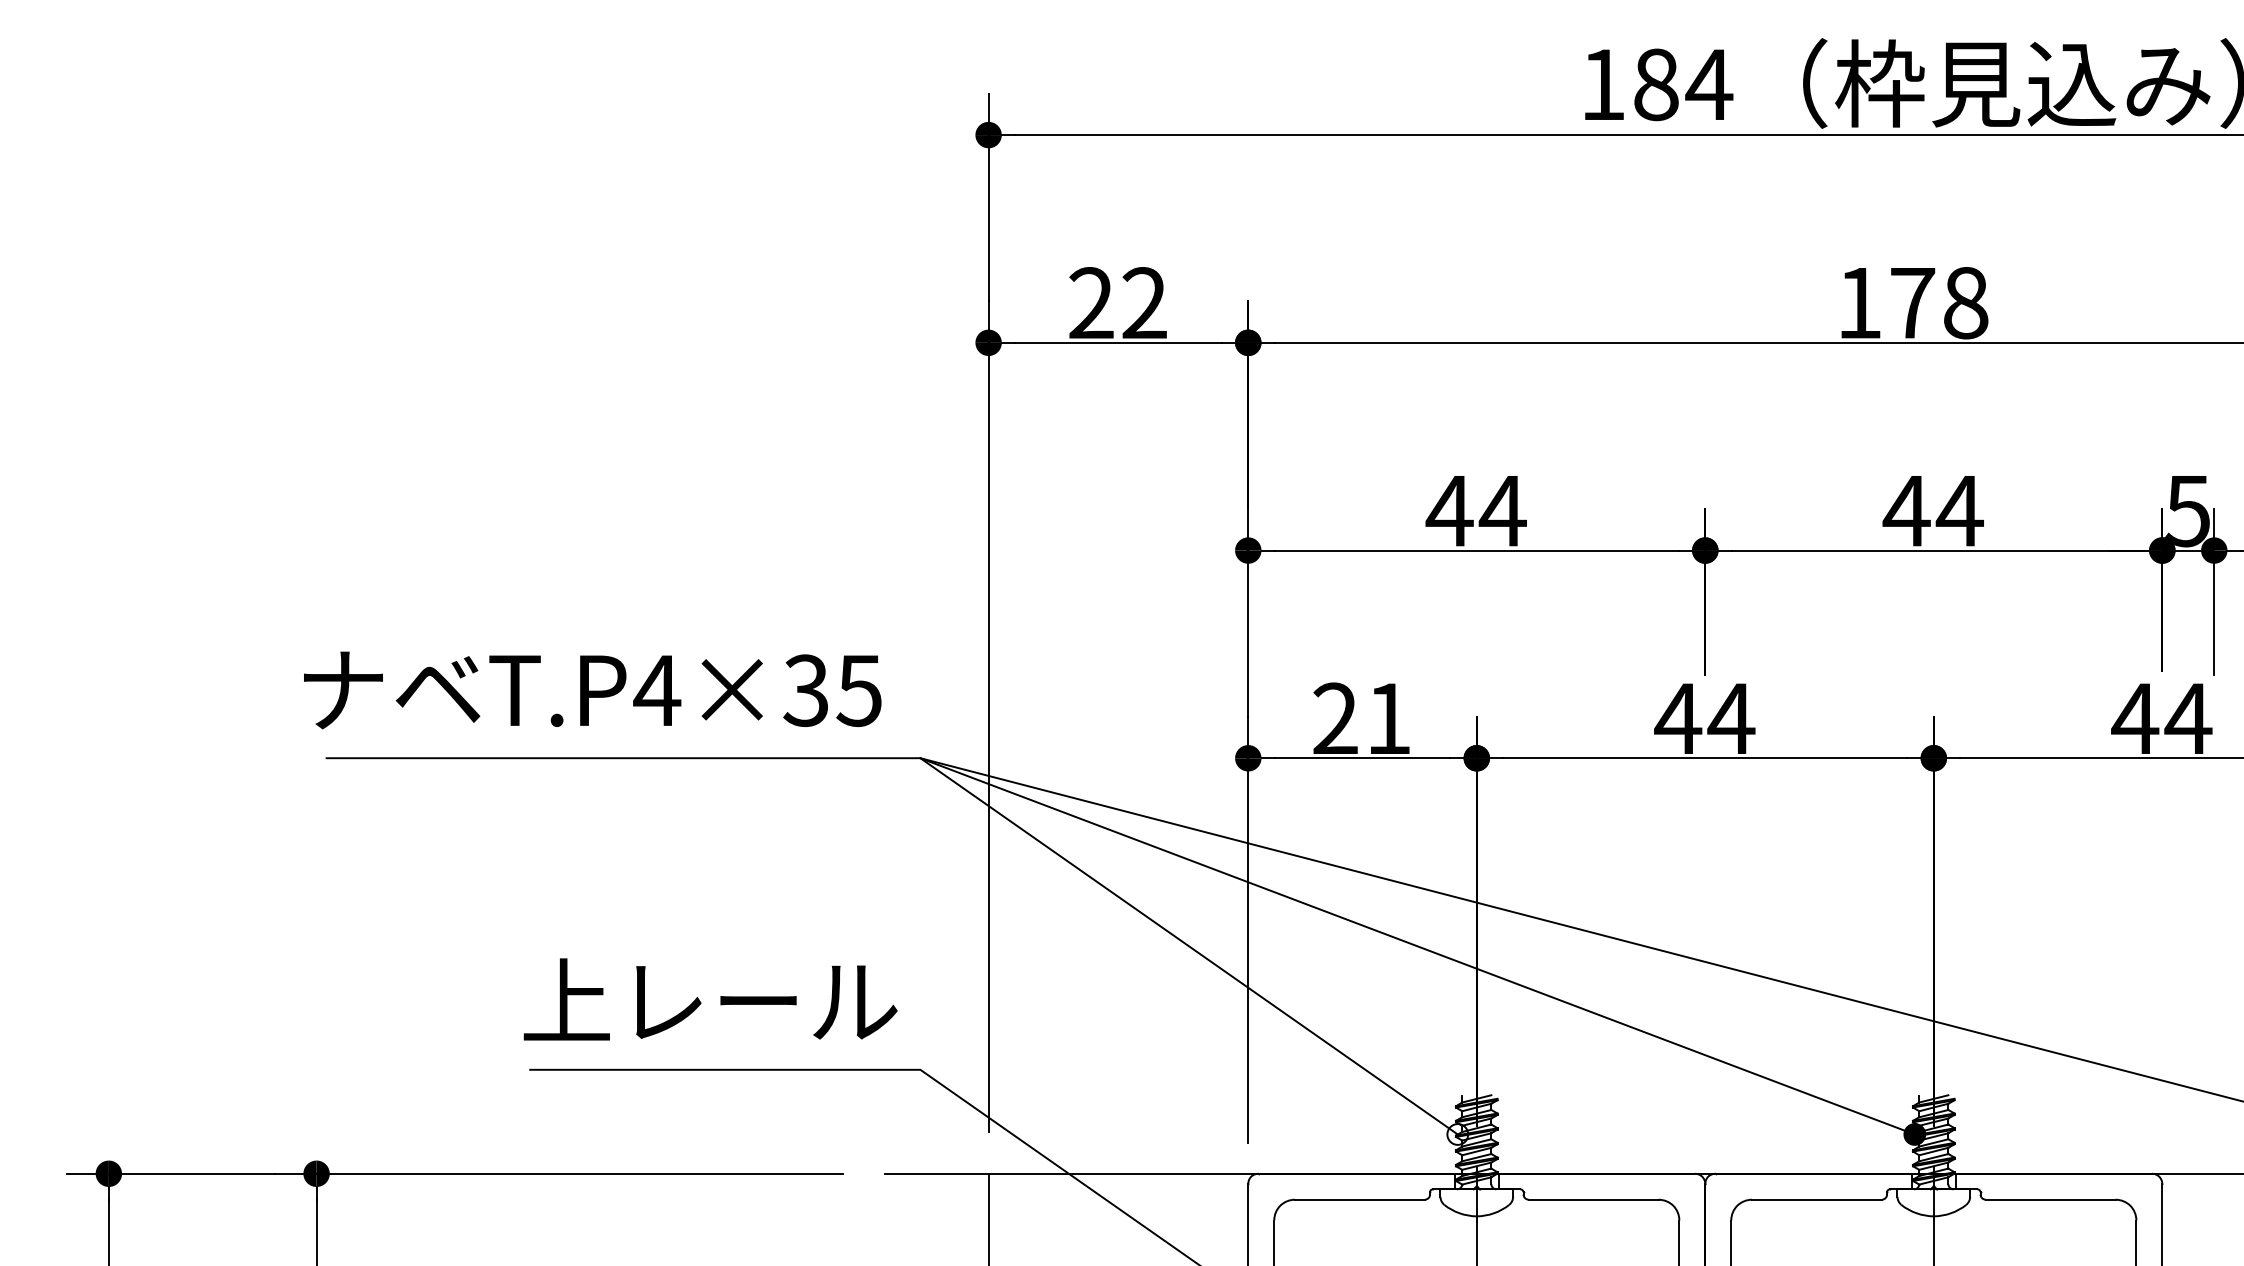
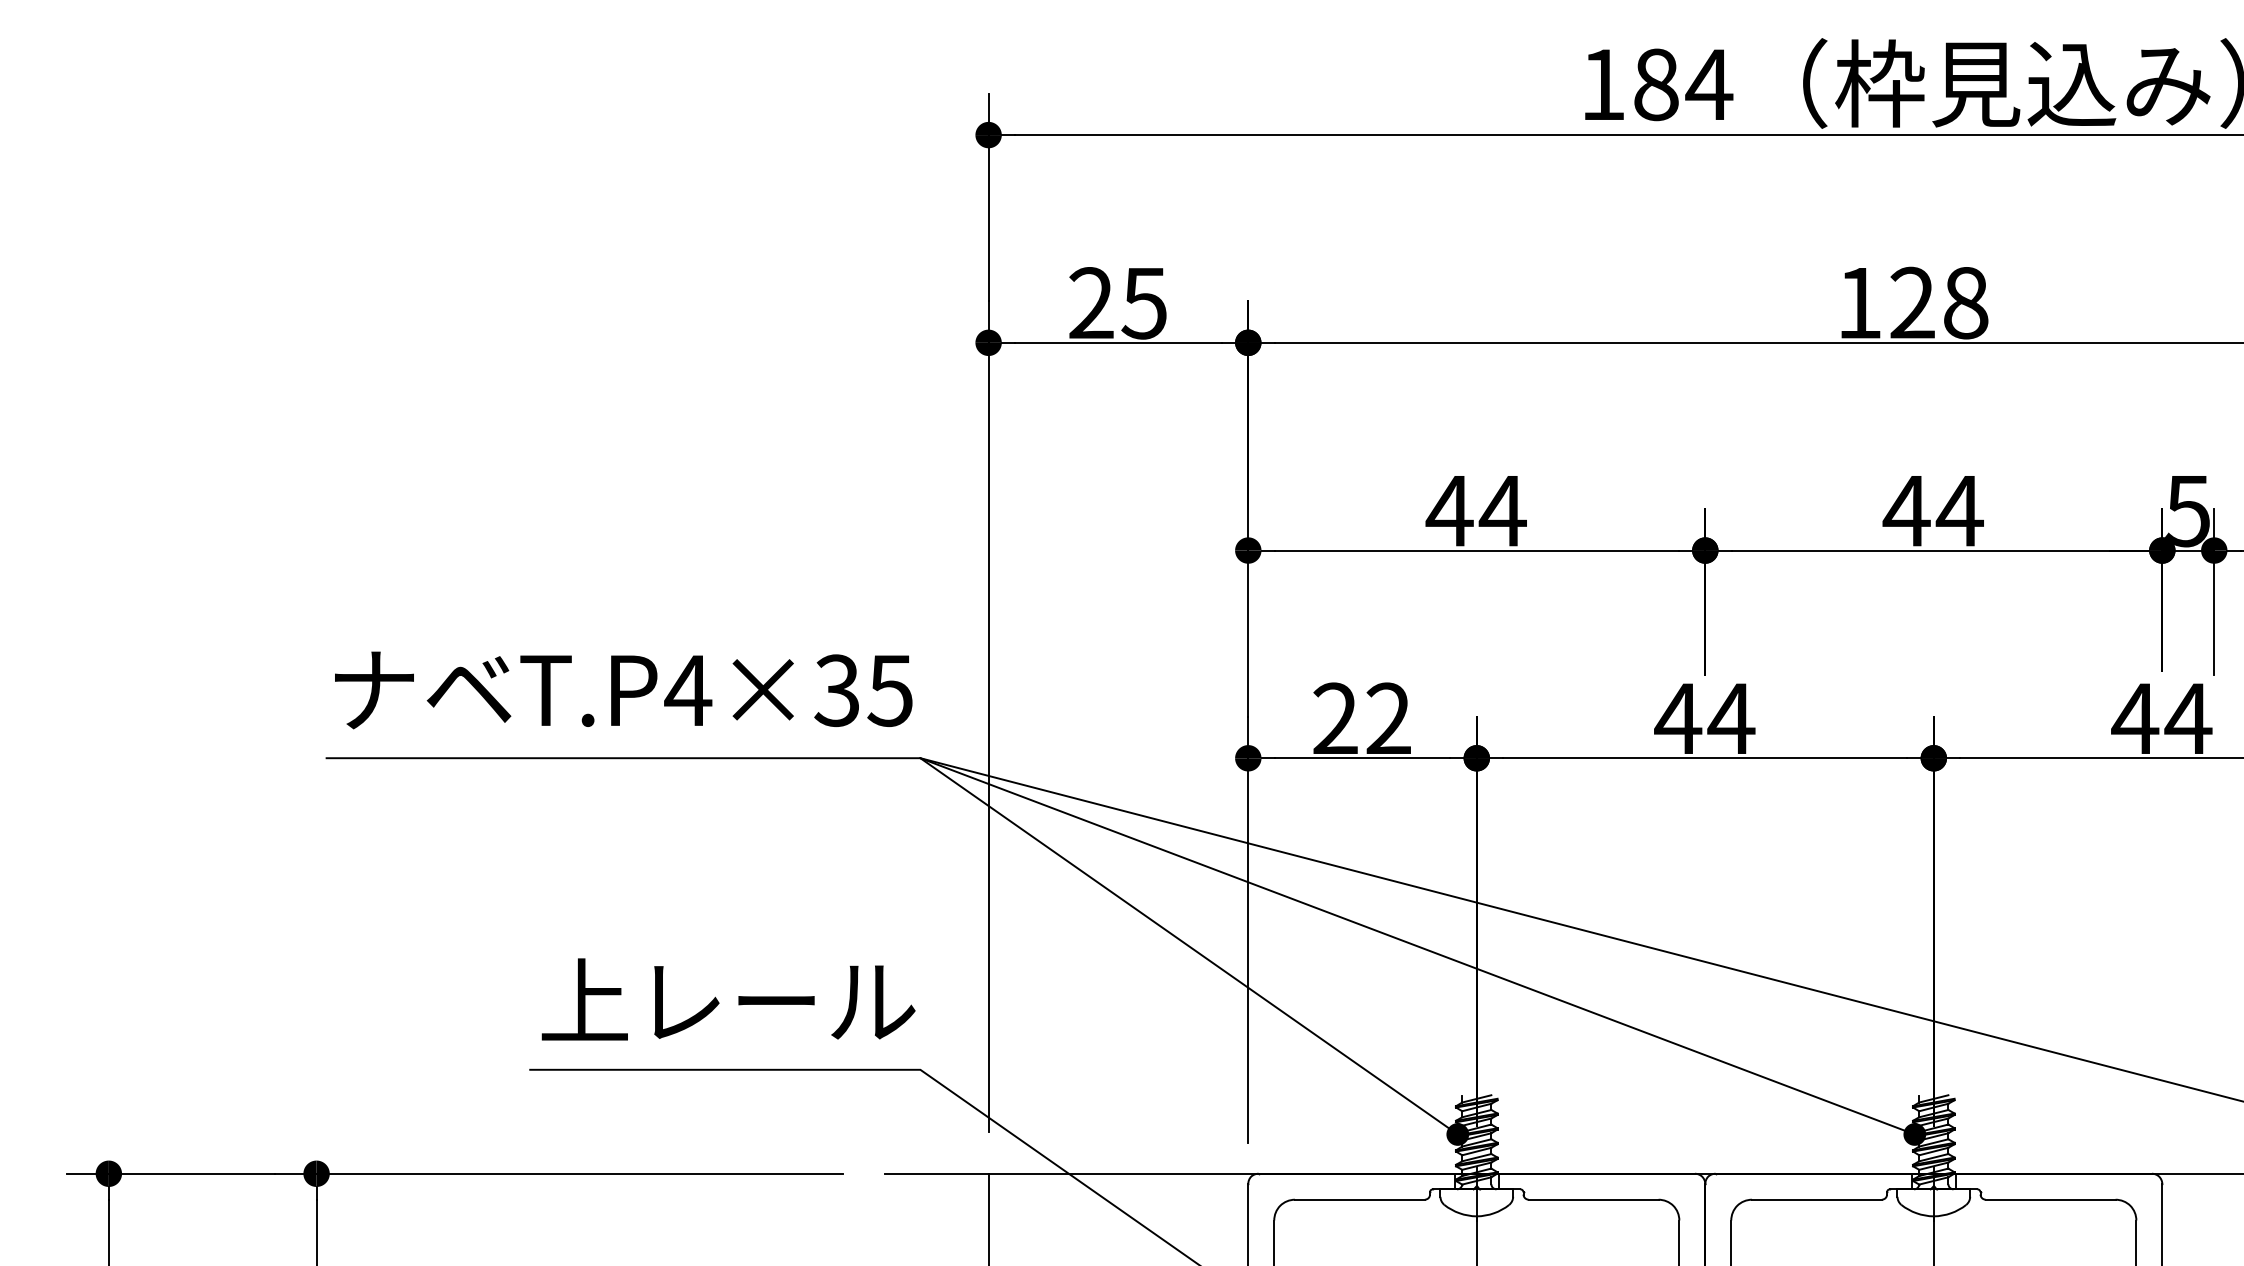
text at (1912, 302): 178 -> 128
text at (1143, 303): 22 -> 25
text at (592, 690) position: (592, 690) -> (623, 690)
text at (1388, 717): 21 -> 22
text at (710, 999) position: (710, 999) -> (728, 999)
fill at (1457, 1134): none -> present
